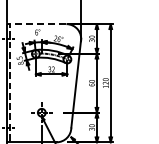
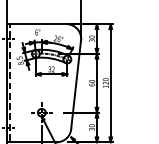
line at (36, 24): dashed -> solid
